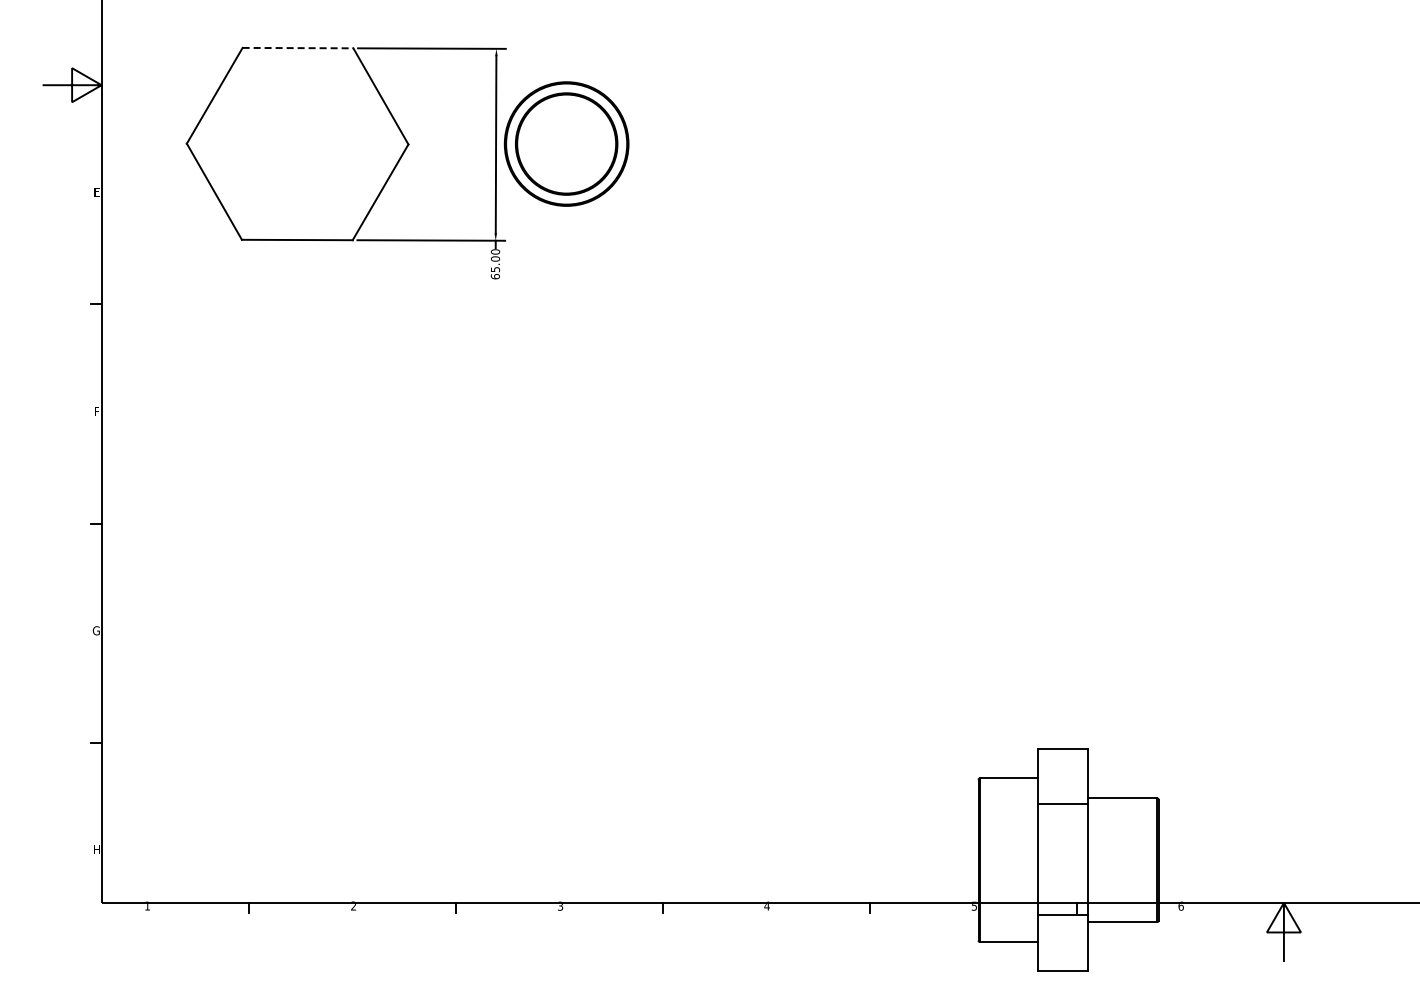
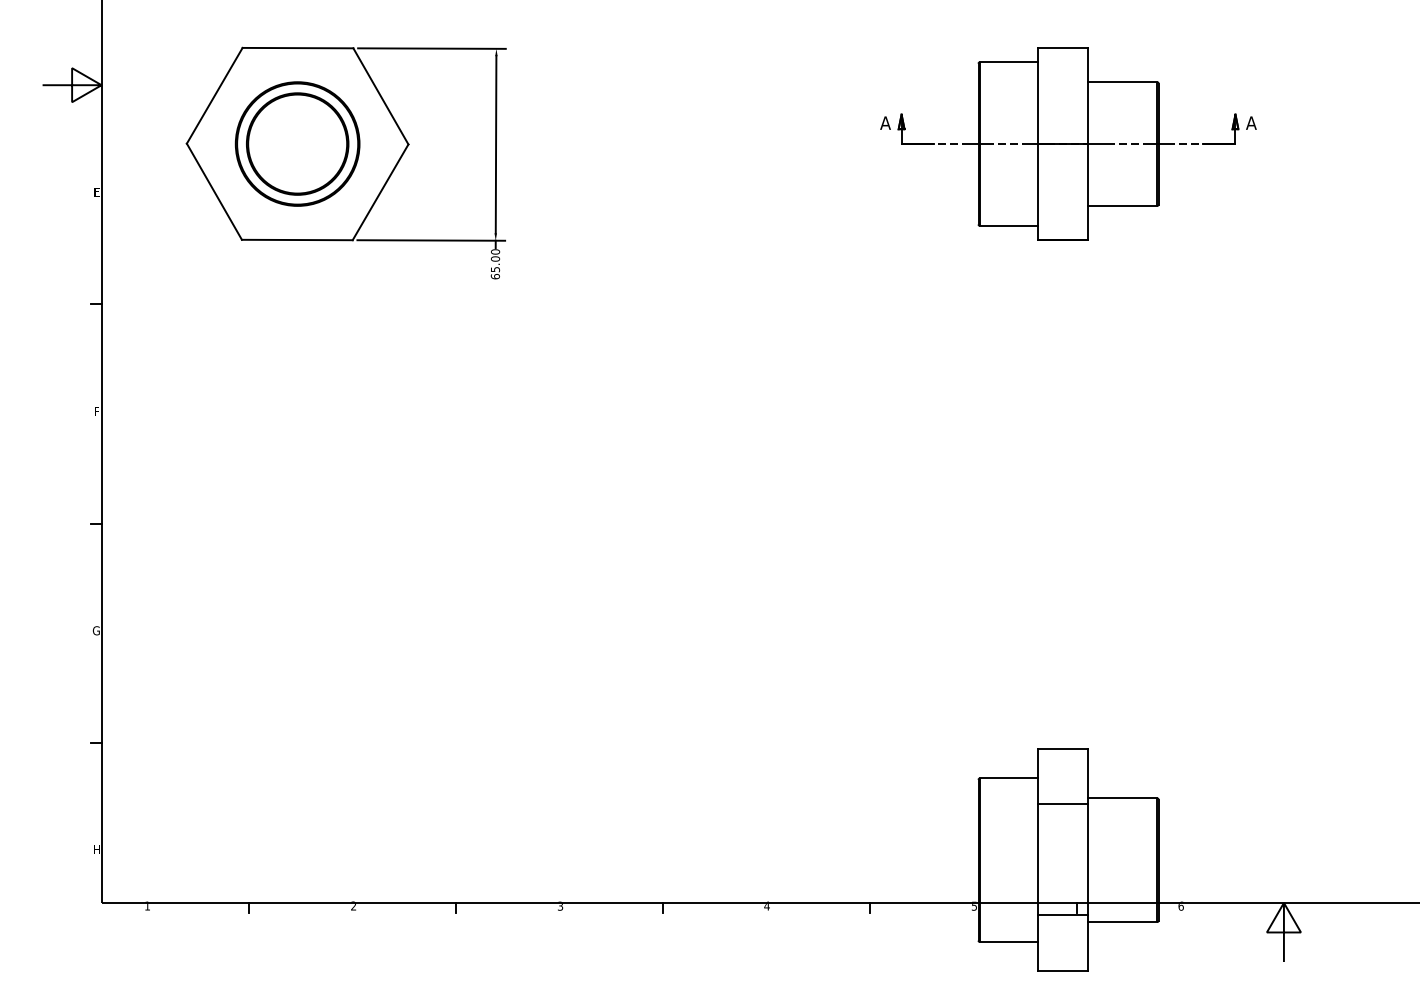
line at (298, 48): dashed -> solid
part at (566, 143) position: (566, 143) -> (297, 143)
part at (1068, 143): none -> present
